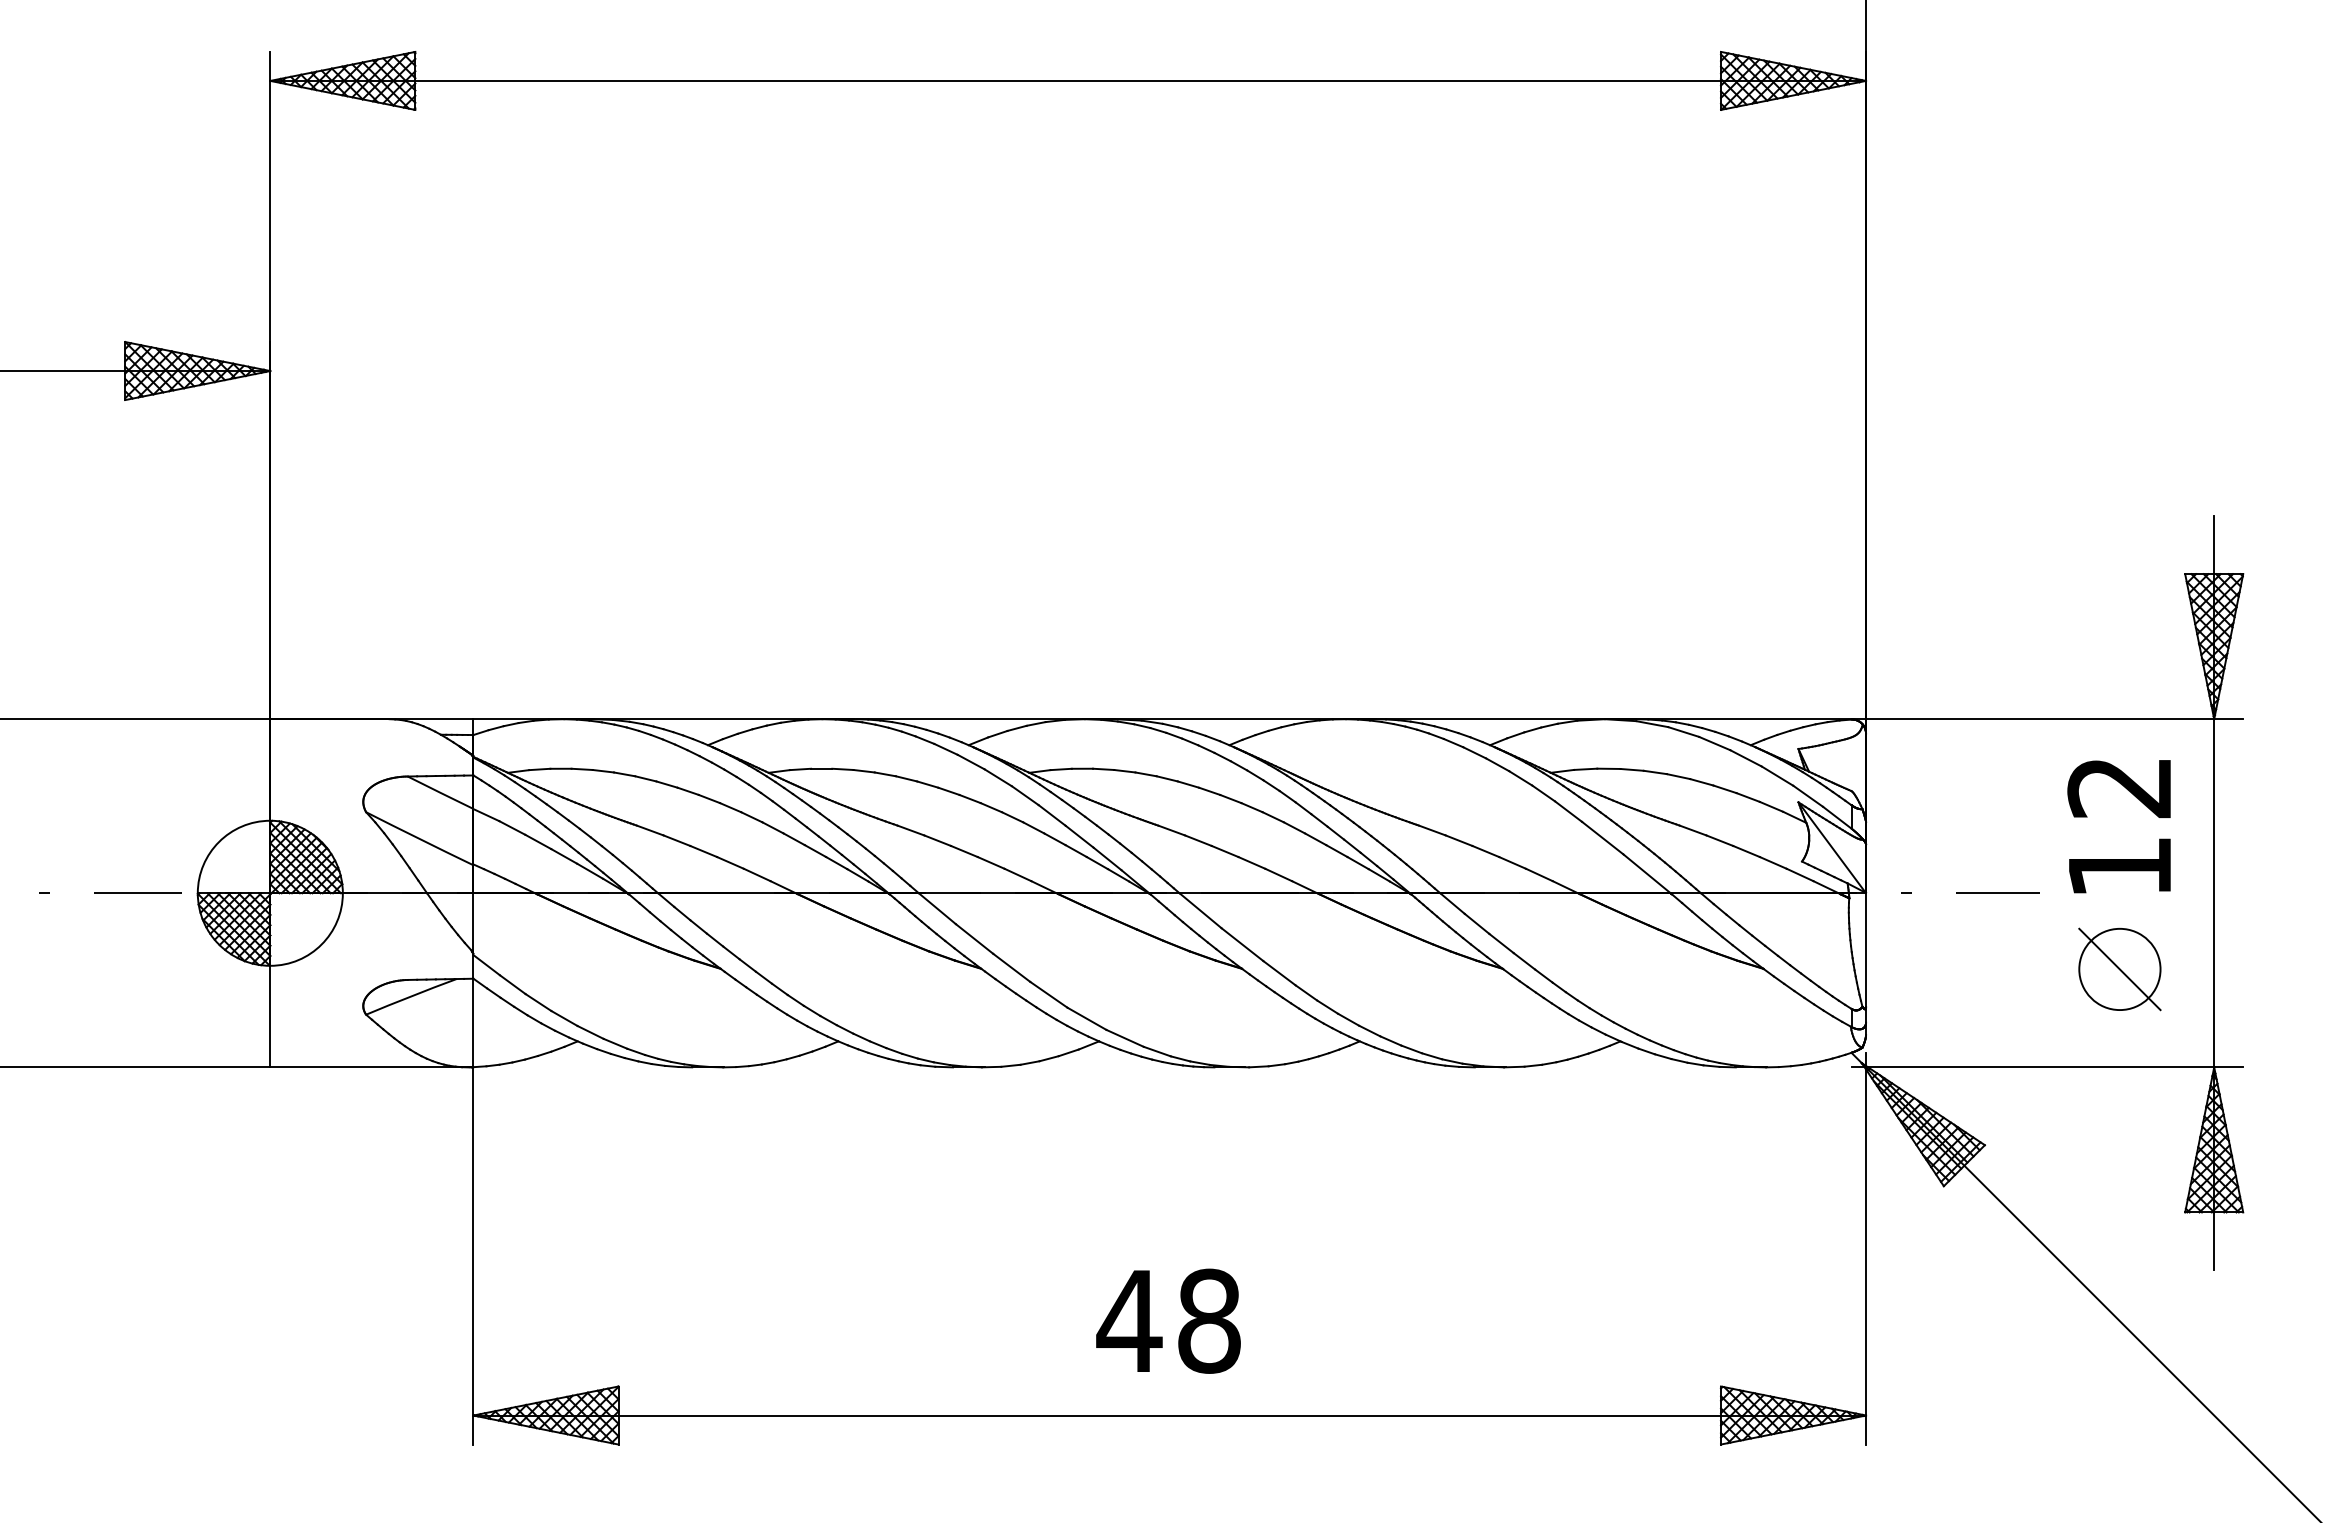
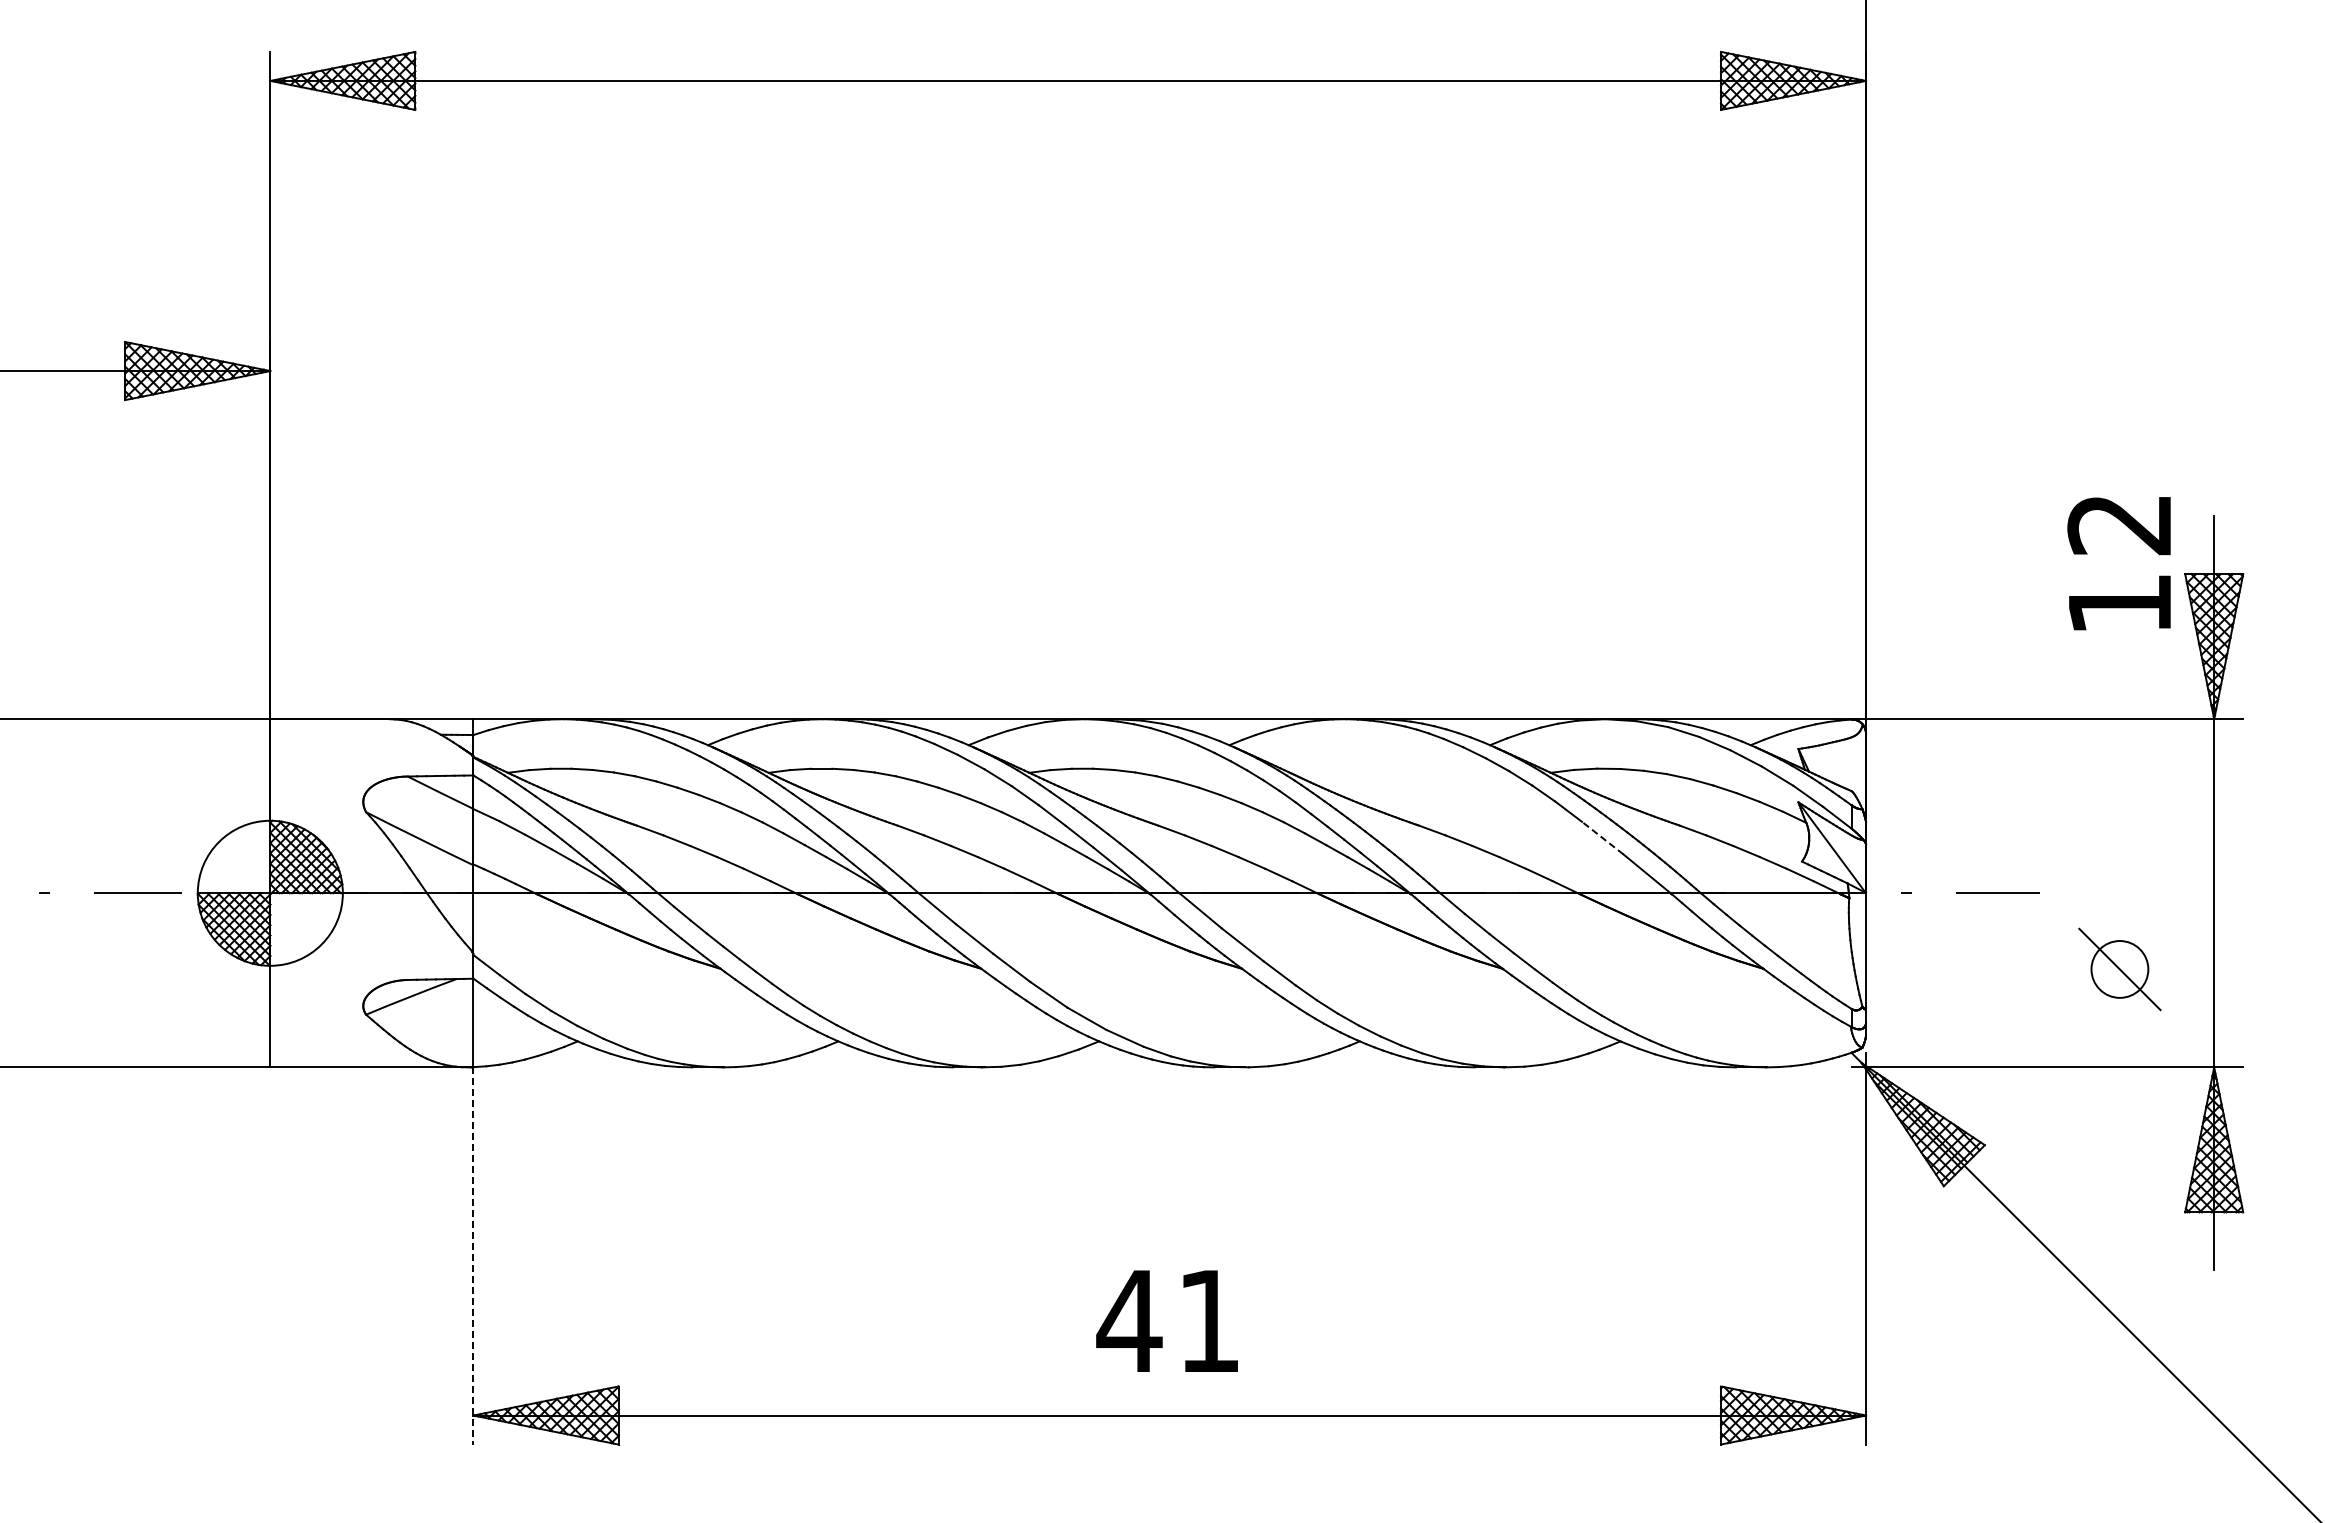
text at (2118, 826) position: (2118, 826) -> (2118, 563)
line at (1602, 837): solid -> dashed
circle at (2119, 969) diameter: 81 px -> 57 px
line at (473, 1255): solid -> dashed
text at (1209, 1320): 48 -> 41
